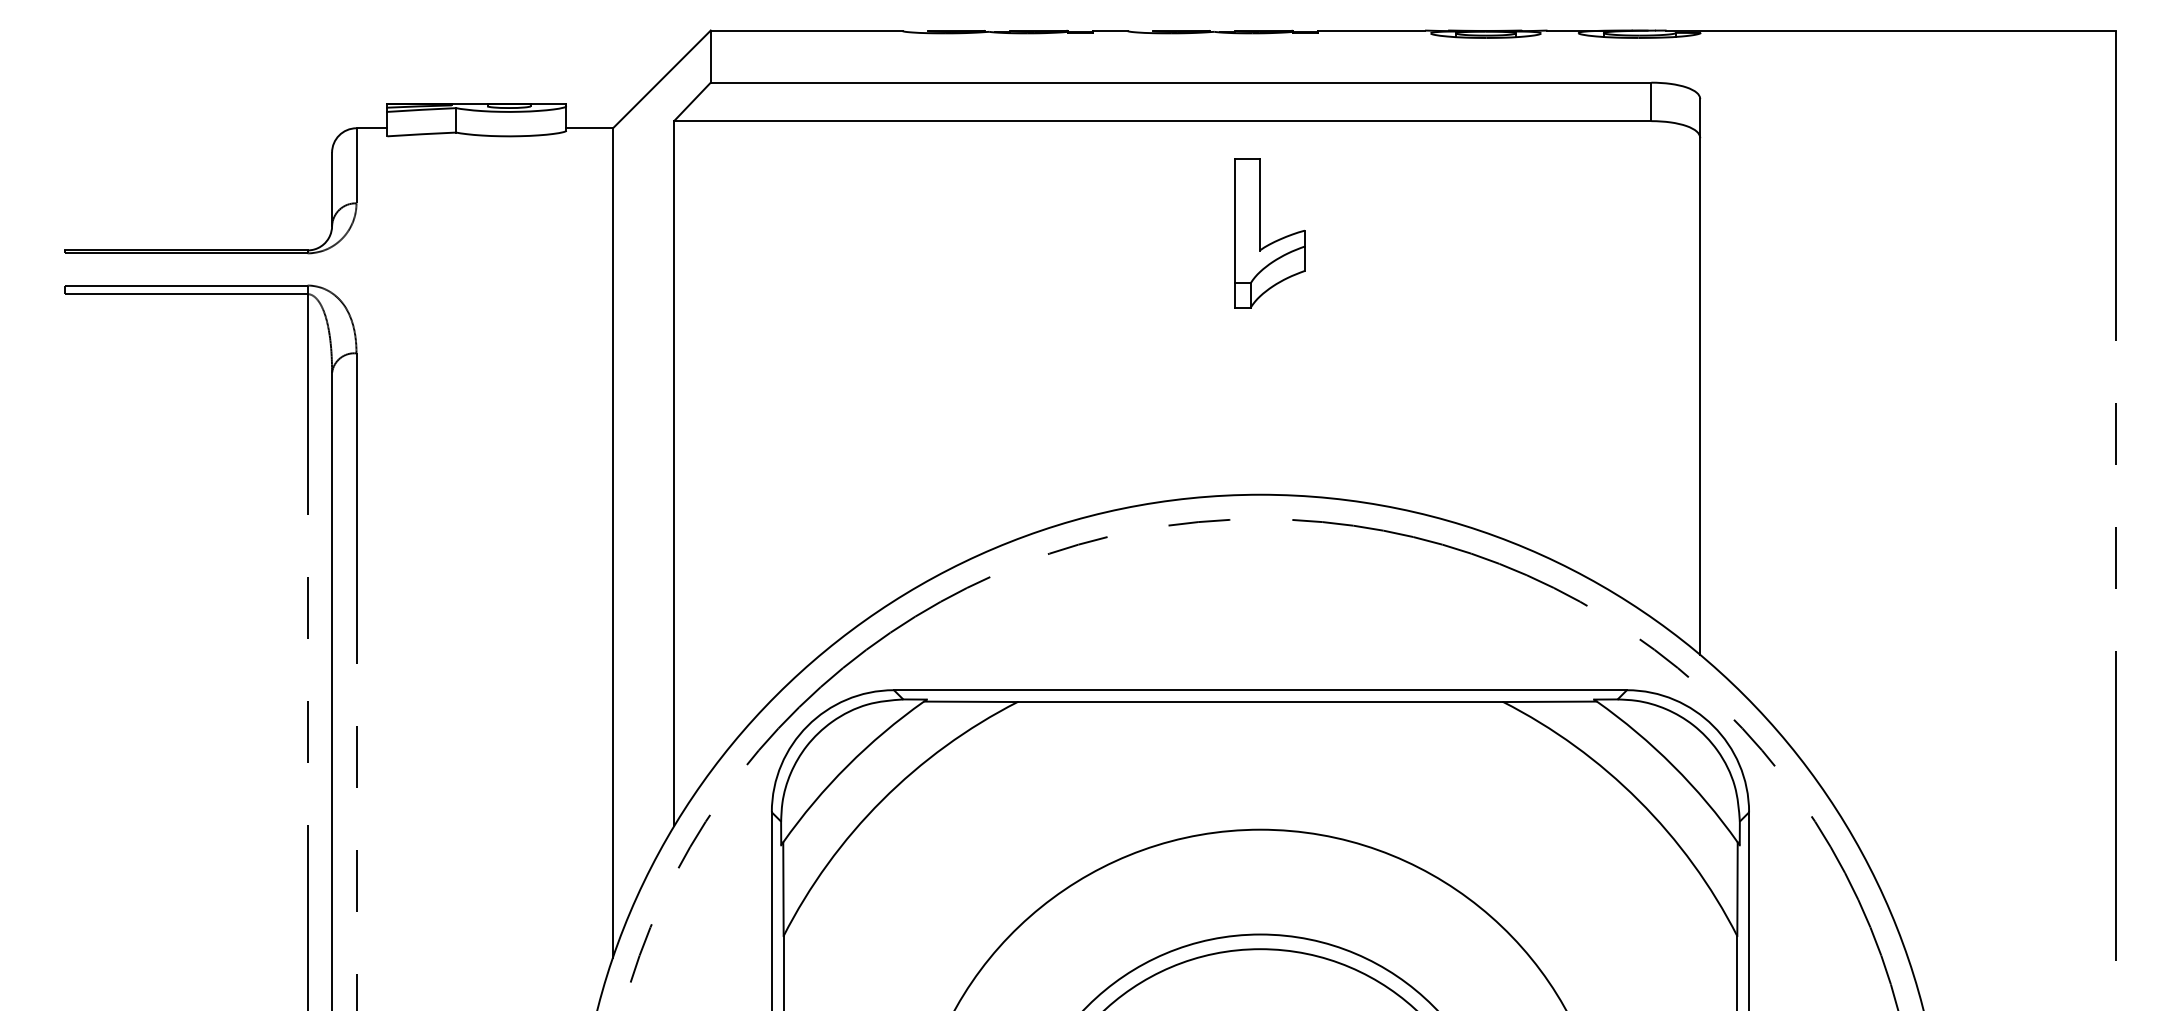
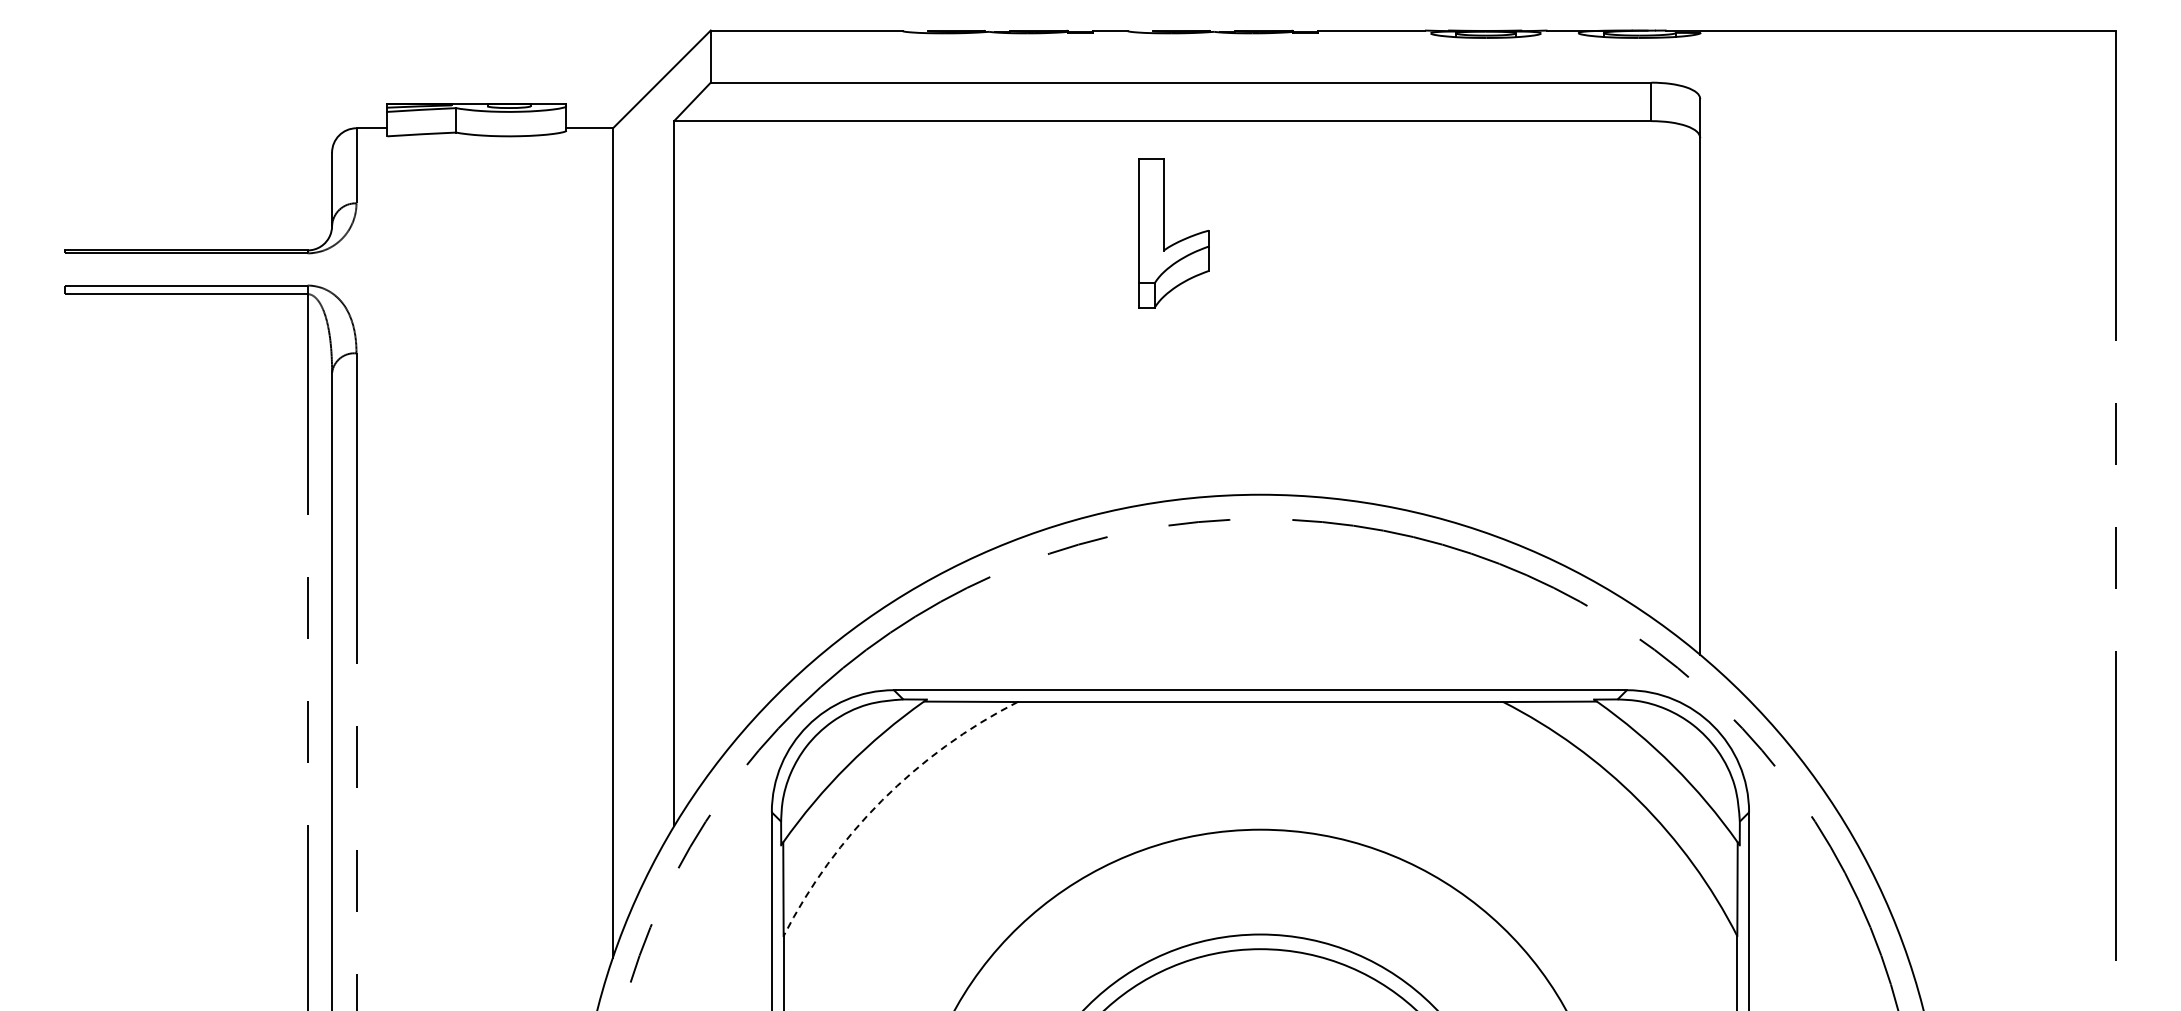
part at (1273, 241) position: (1273, 241) -> (1177, 241)
arc at (882, 800): solid -> dashed
